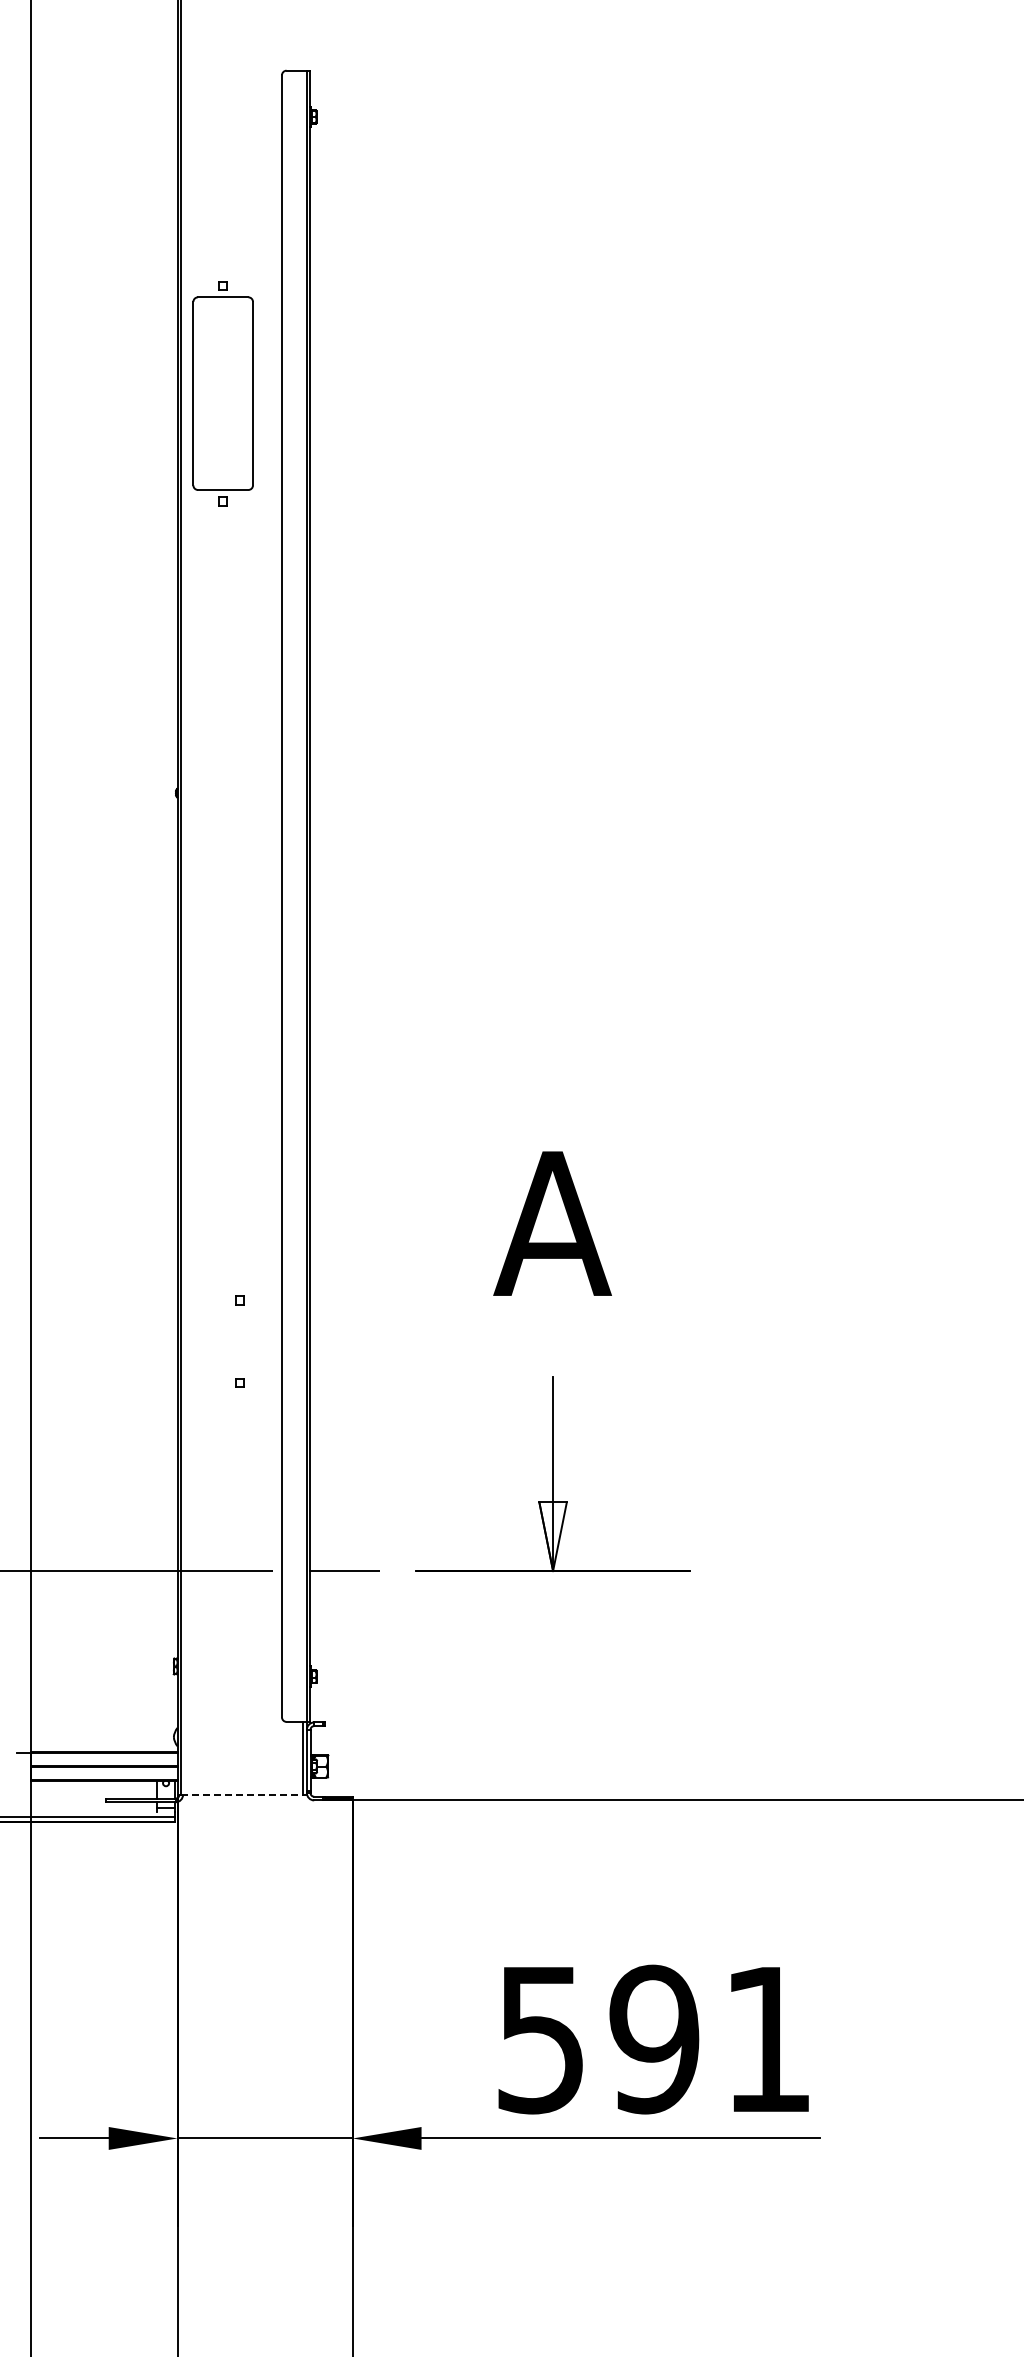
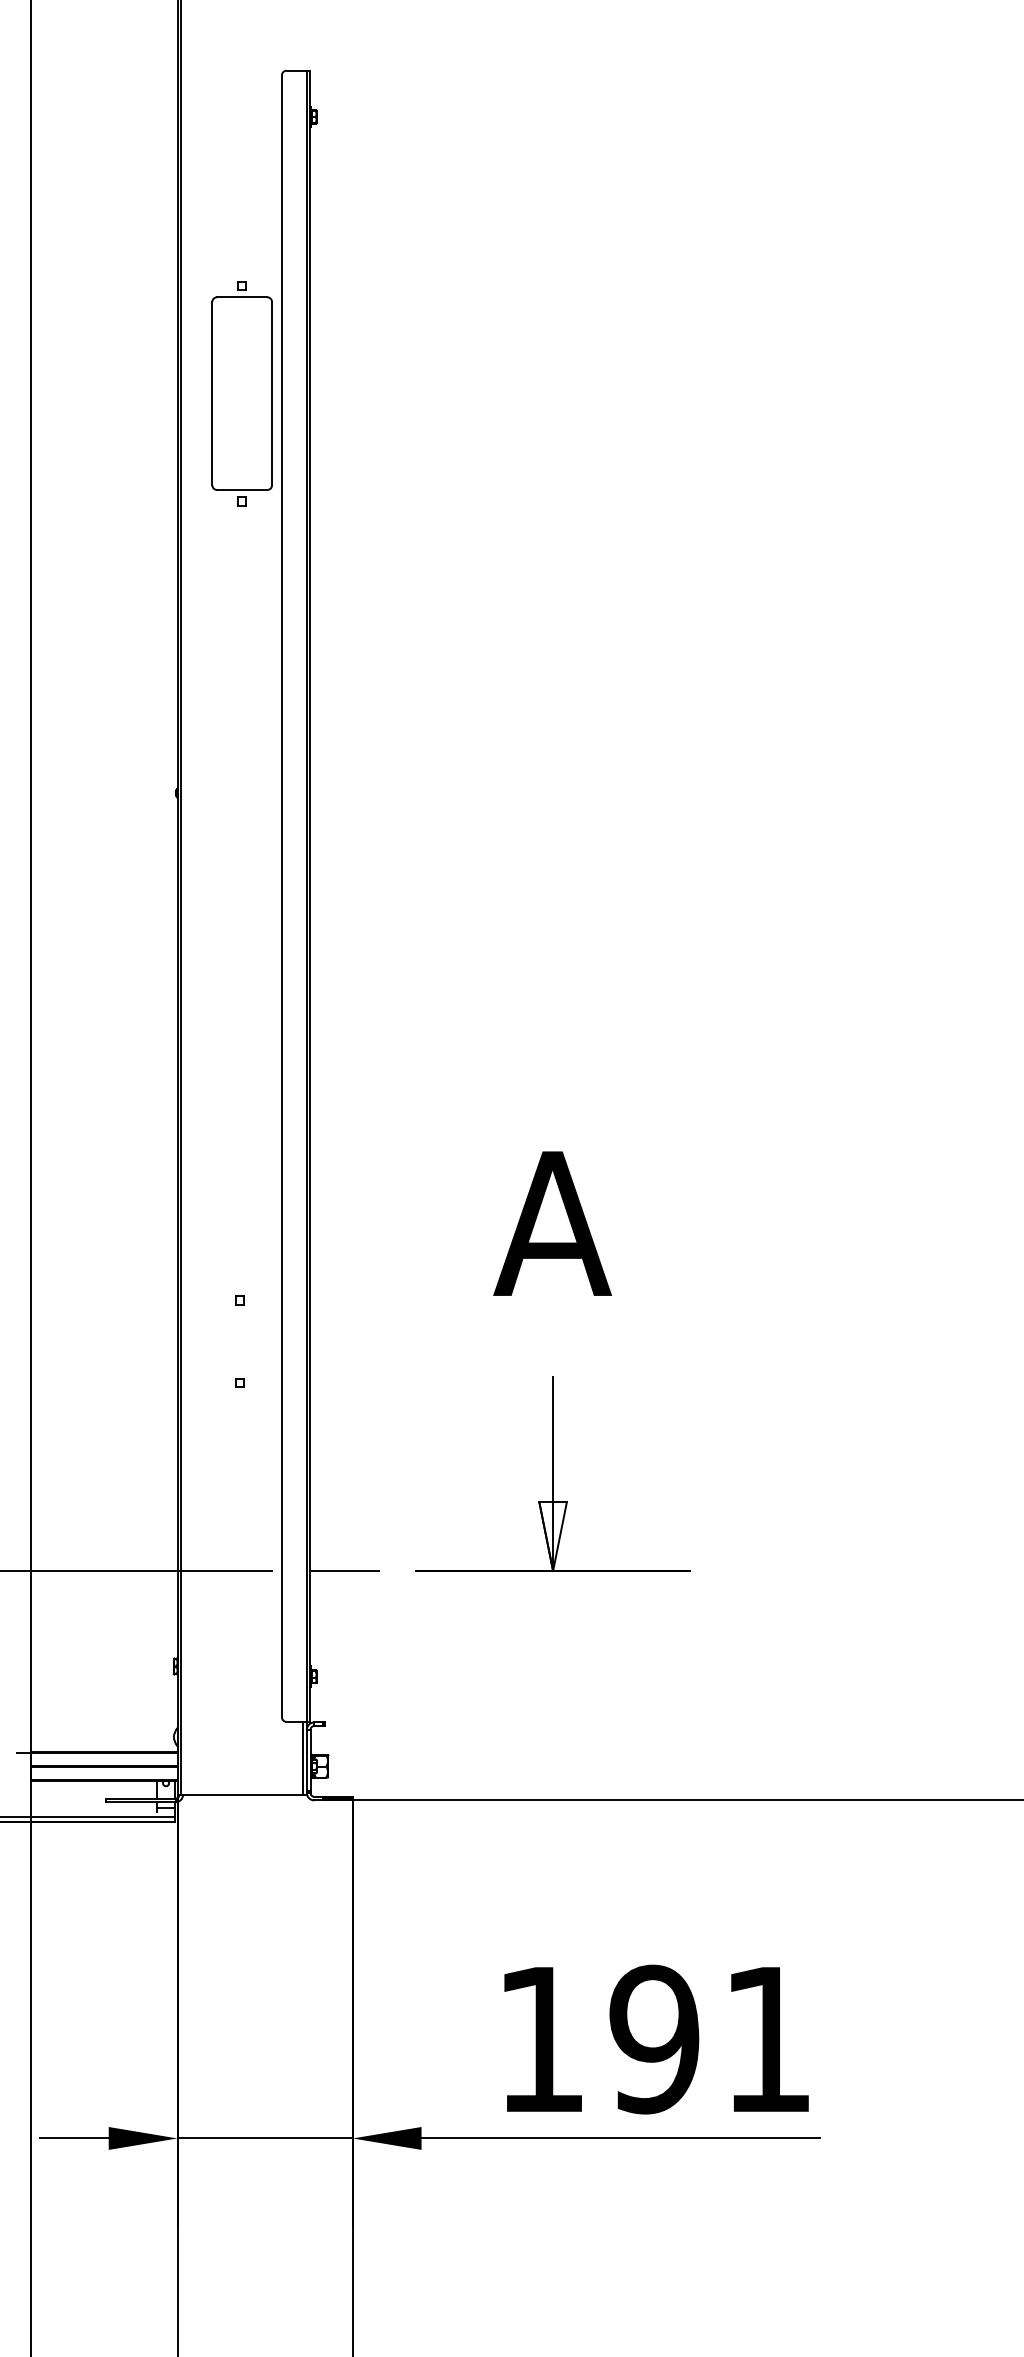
part at (222, 393) position: (222, 393) -> (241, 393)
line at (242, 1794): dashed -> solid
text at (540, 2040): 591 -> 191
